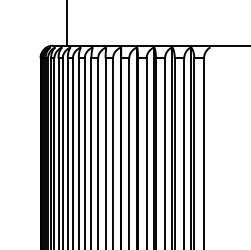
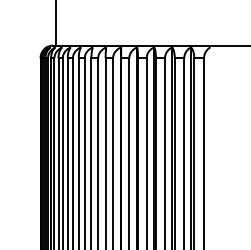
line at (66, 23) position: (66, 23) -> (55, 23)
